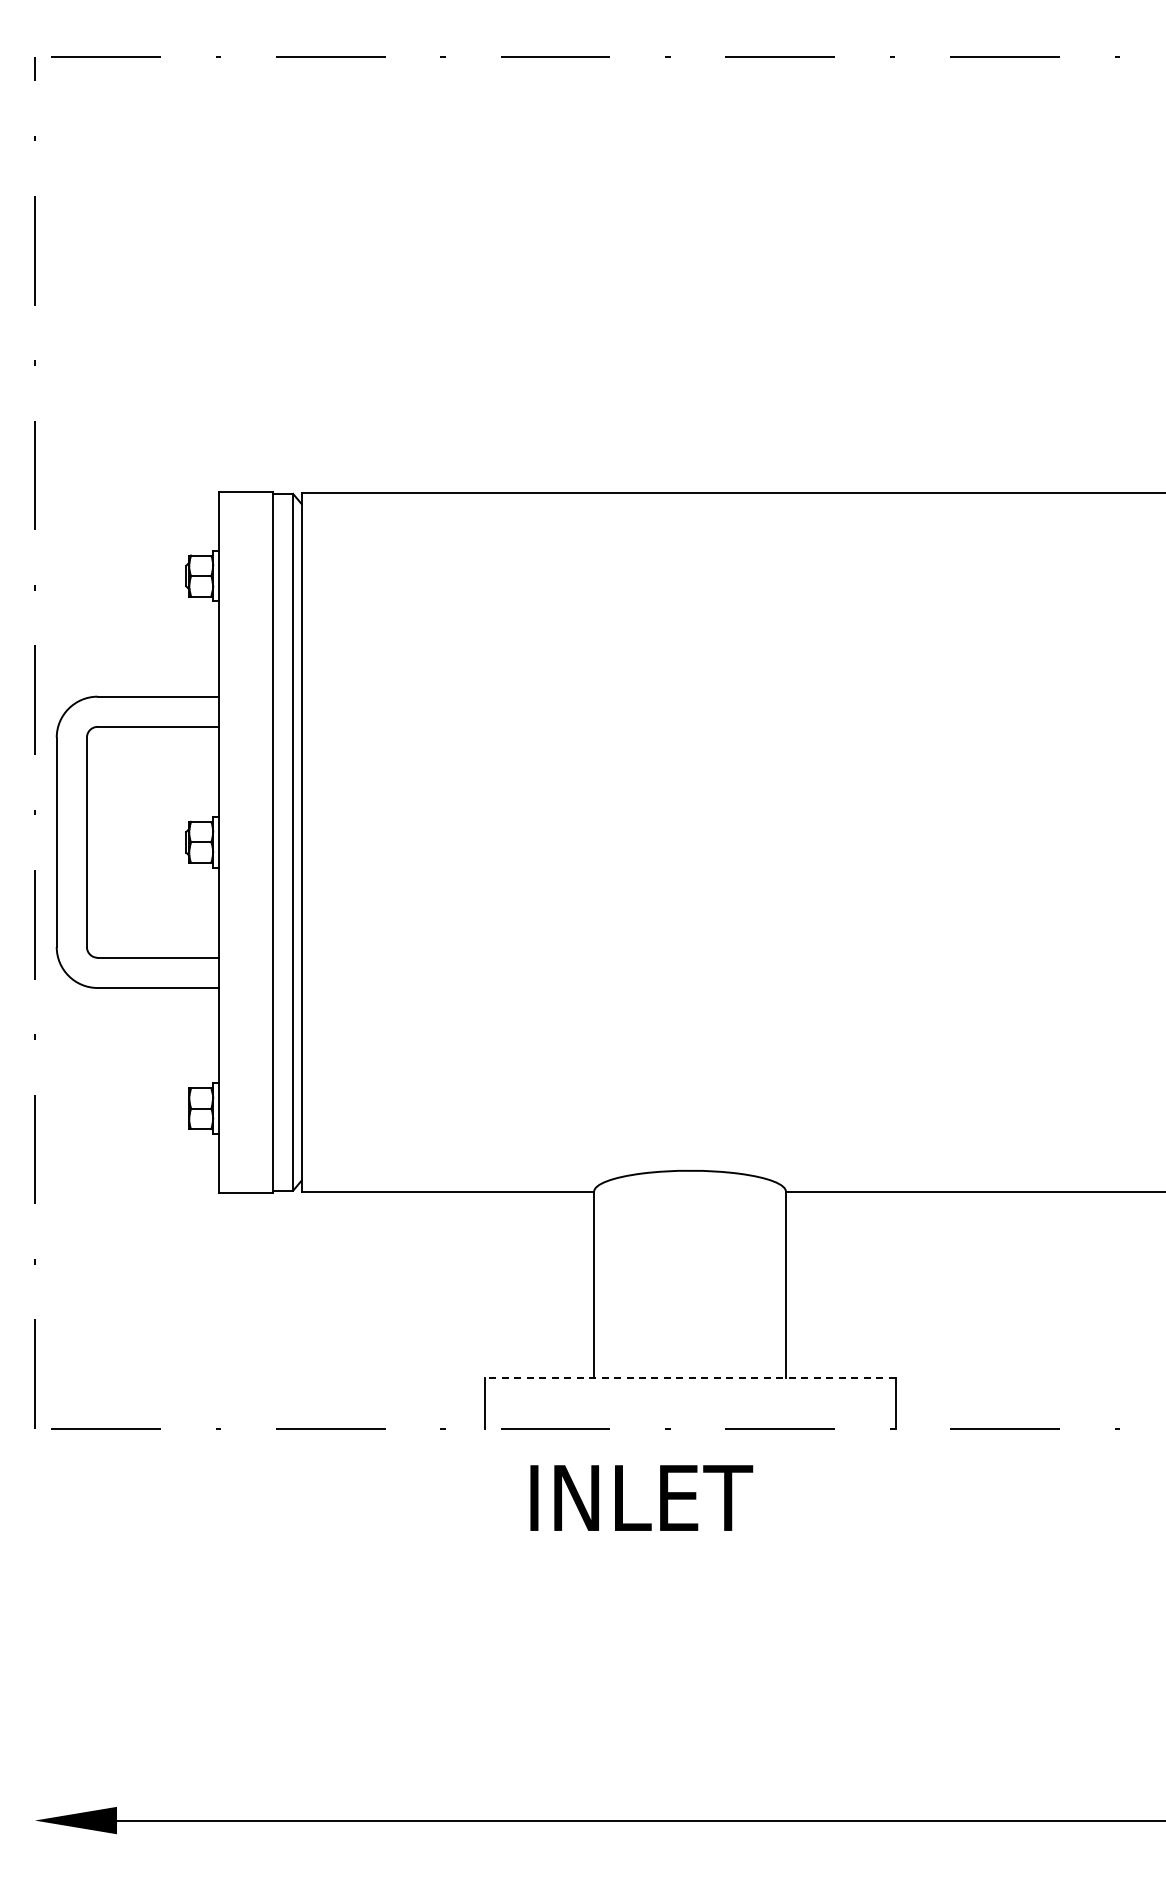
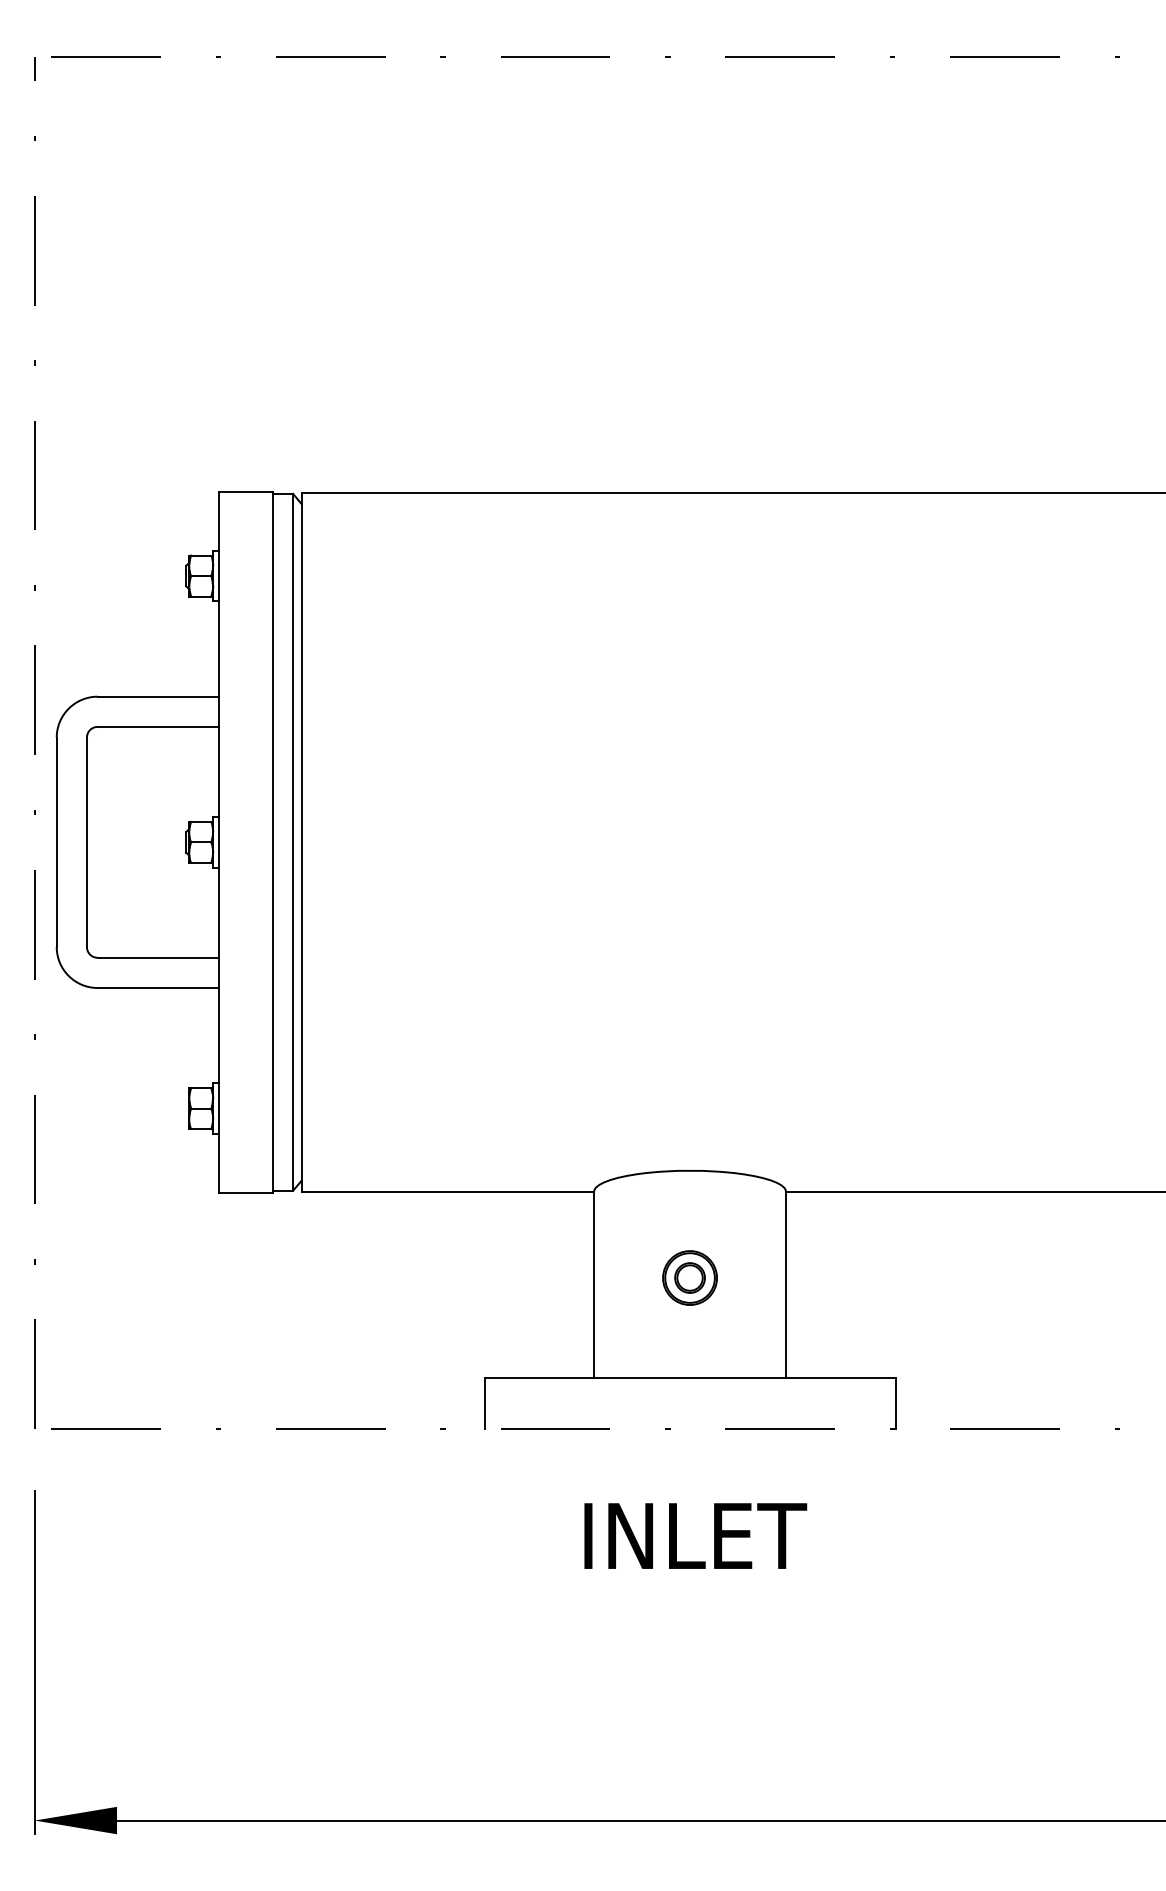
part at (689, 1277): none -> present
line at (690, 1377): dashed -> solid
text at (641, 1497) position: (641, 1497) -> (695, 1535)
line at (34, 1662): none -> present
